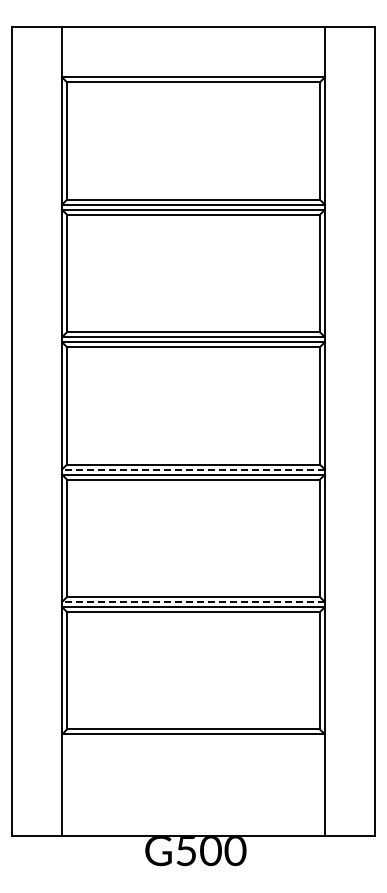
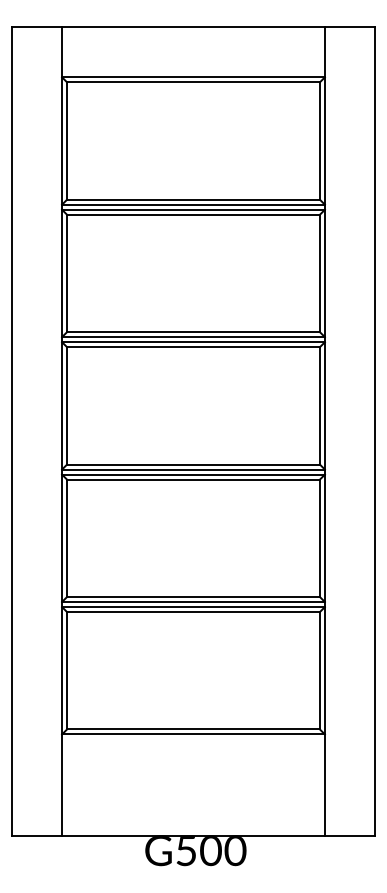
line at (193, 469): dashed -> solid
line at (193, 602): dashed -> solid
